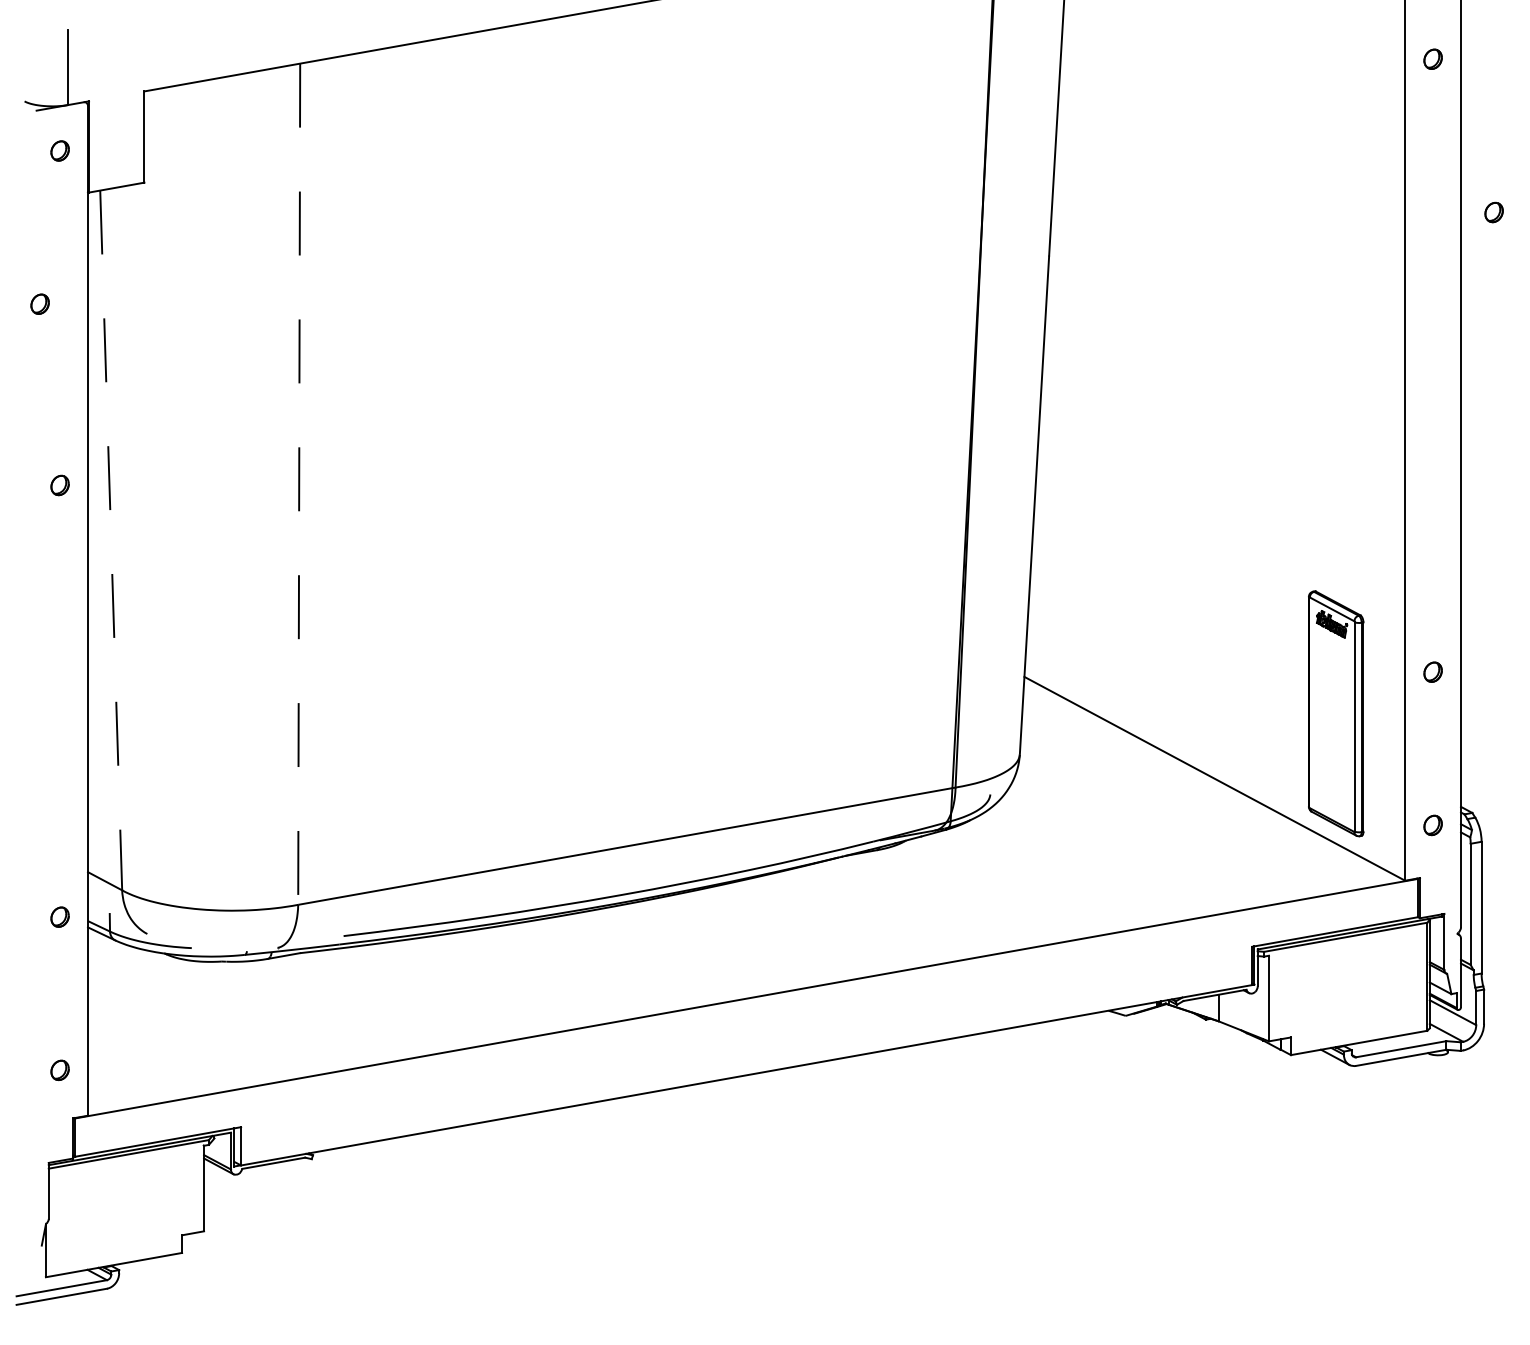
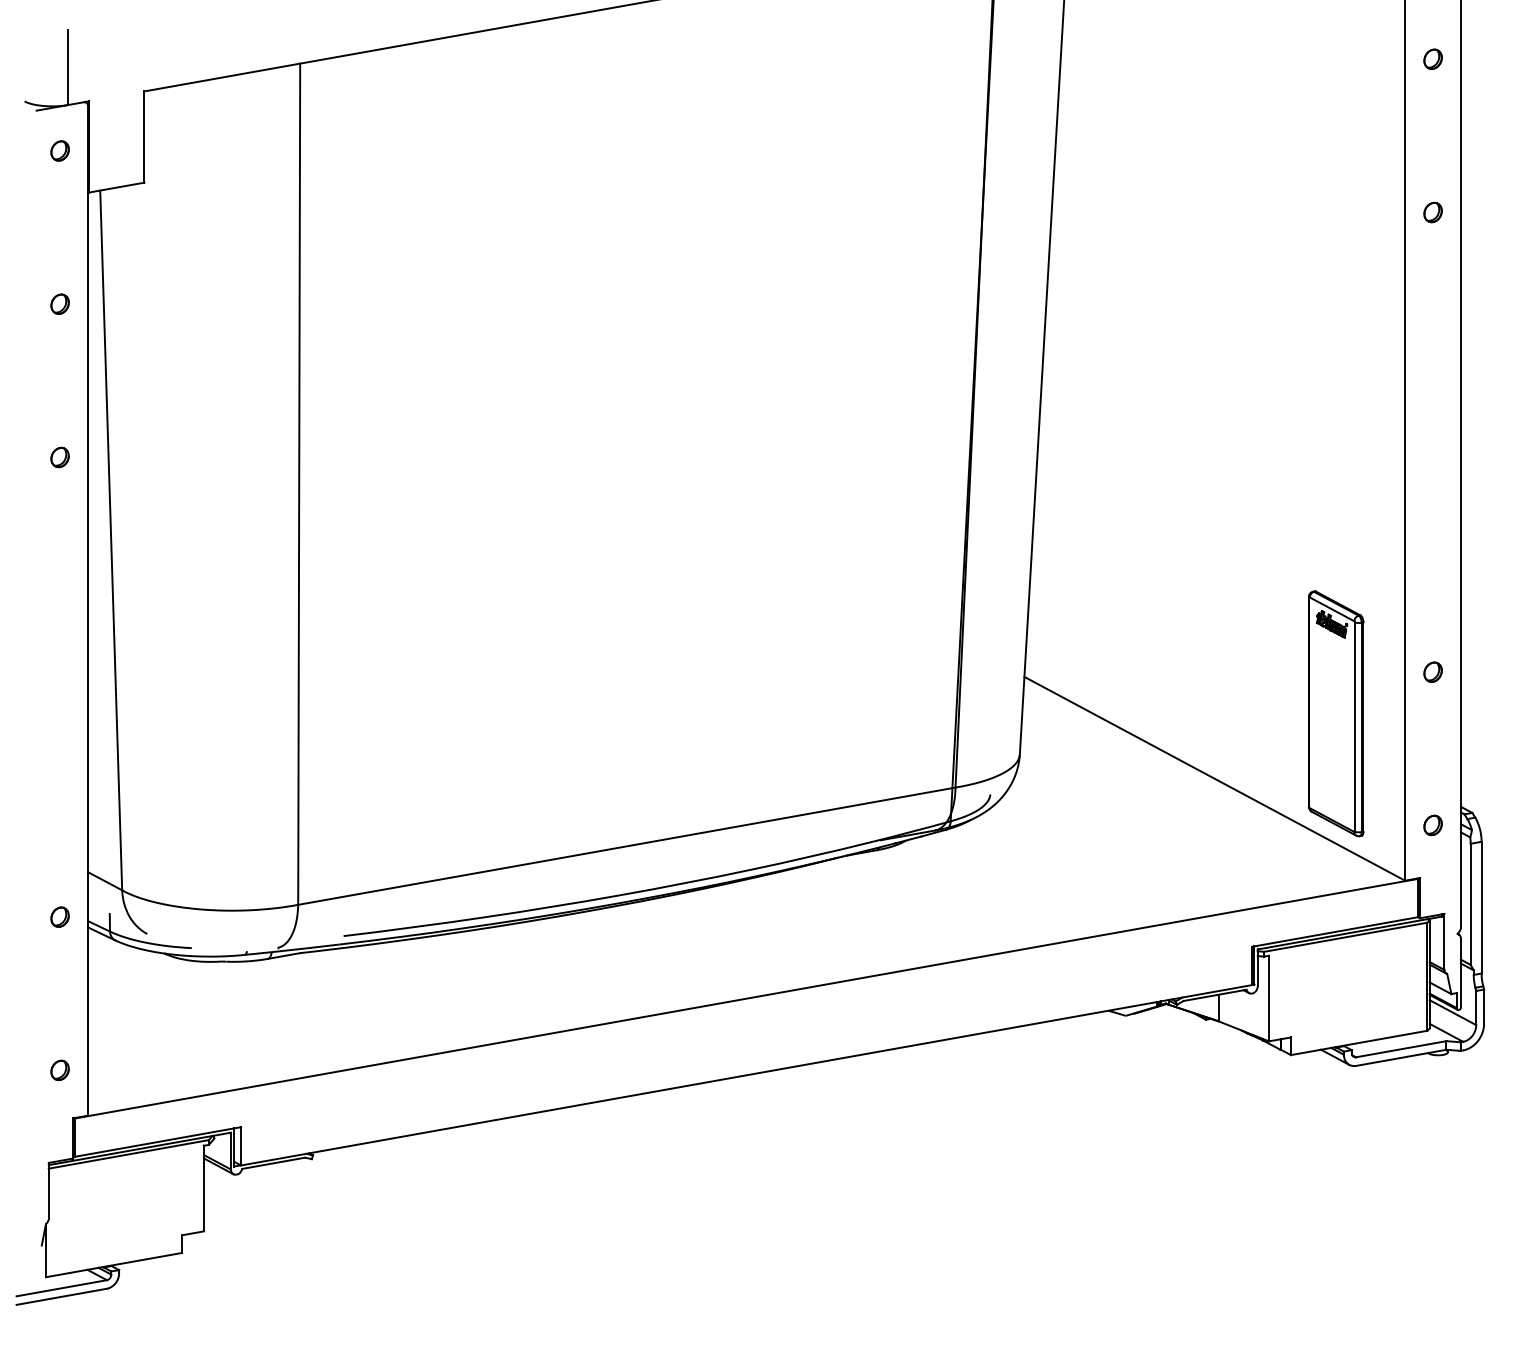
part at (1493, 212) position: (1493, 212) -> (1432, 212)
part at (39, 303) position: (39, 303) -> (59, 303)
line at (299, 484): dashed -> solid
part at (59, 485) position: (59, 485) -> (59, 457)
line at (111, 540): dashed -> solid
